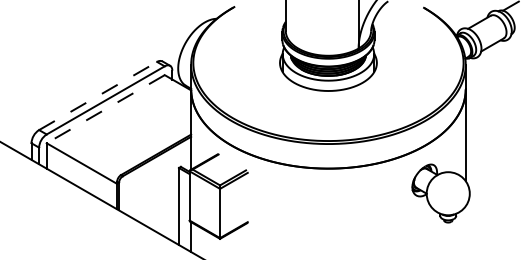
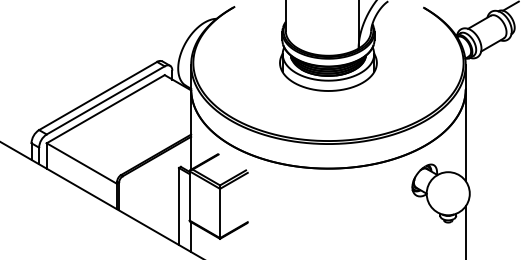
line at (98, 95): dashed -> solid
line at (105, 109): dashed -> solid
line at (465, 231): none -> present
